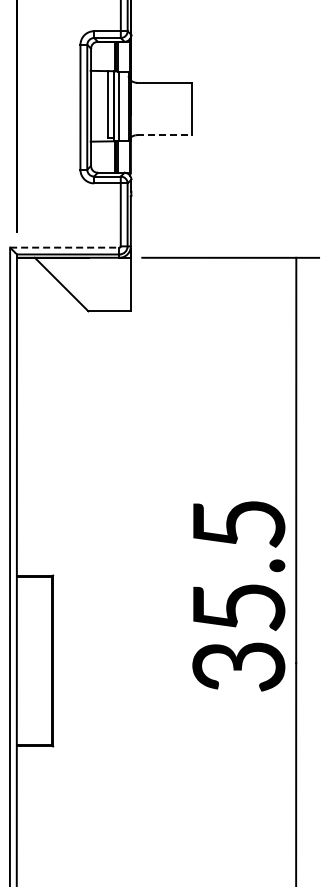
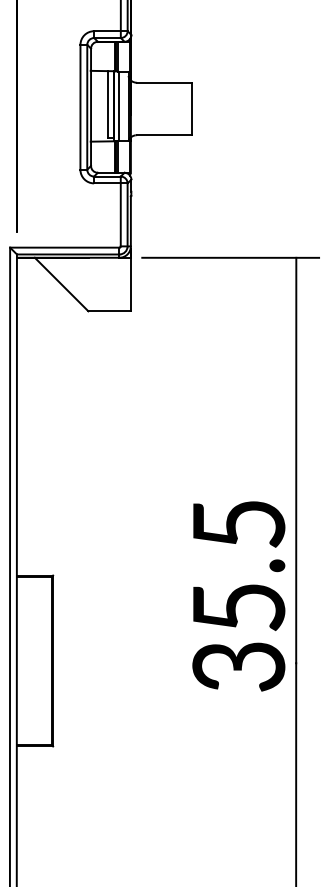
line at (164, 135): dashed -> solid
line at (64, 247): dashed -> solid
